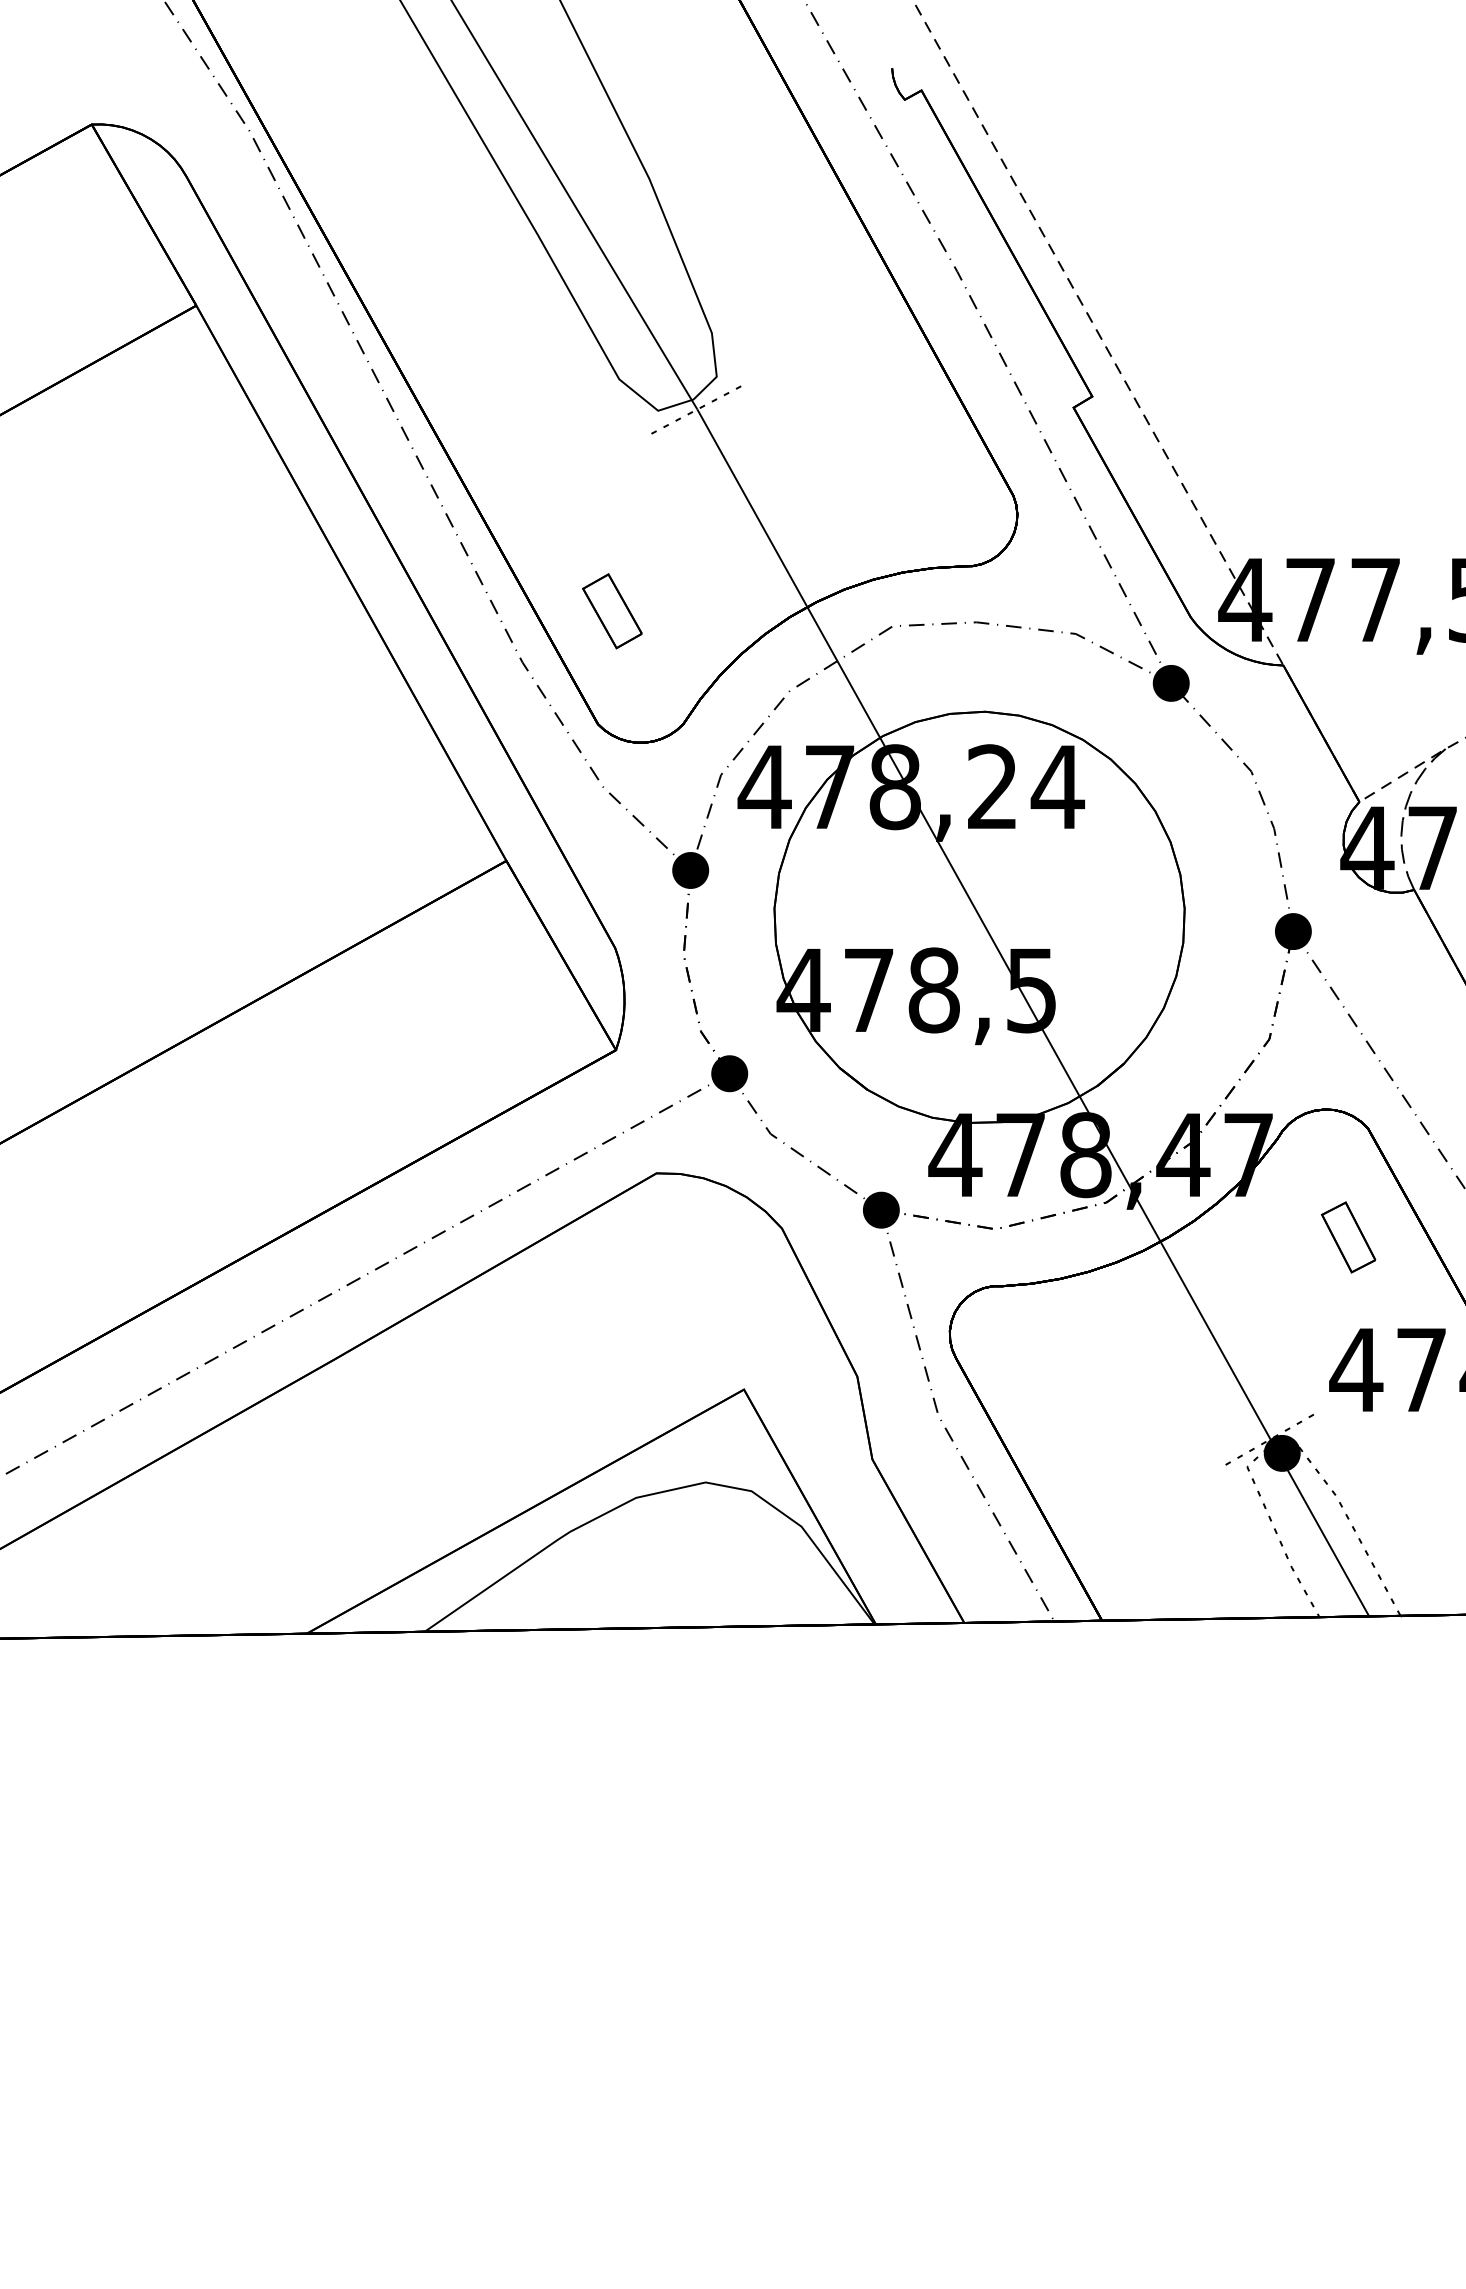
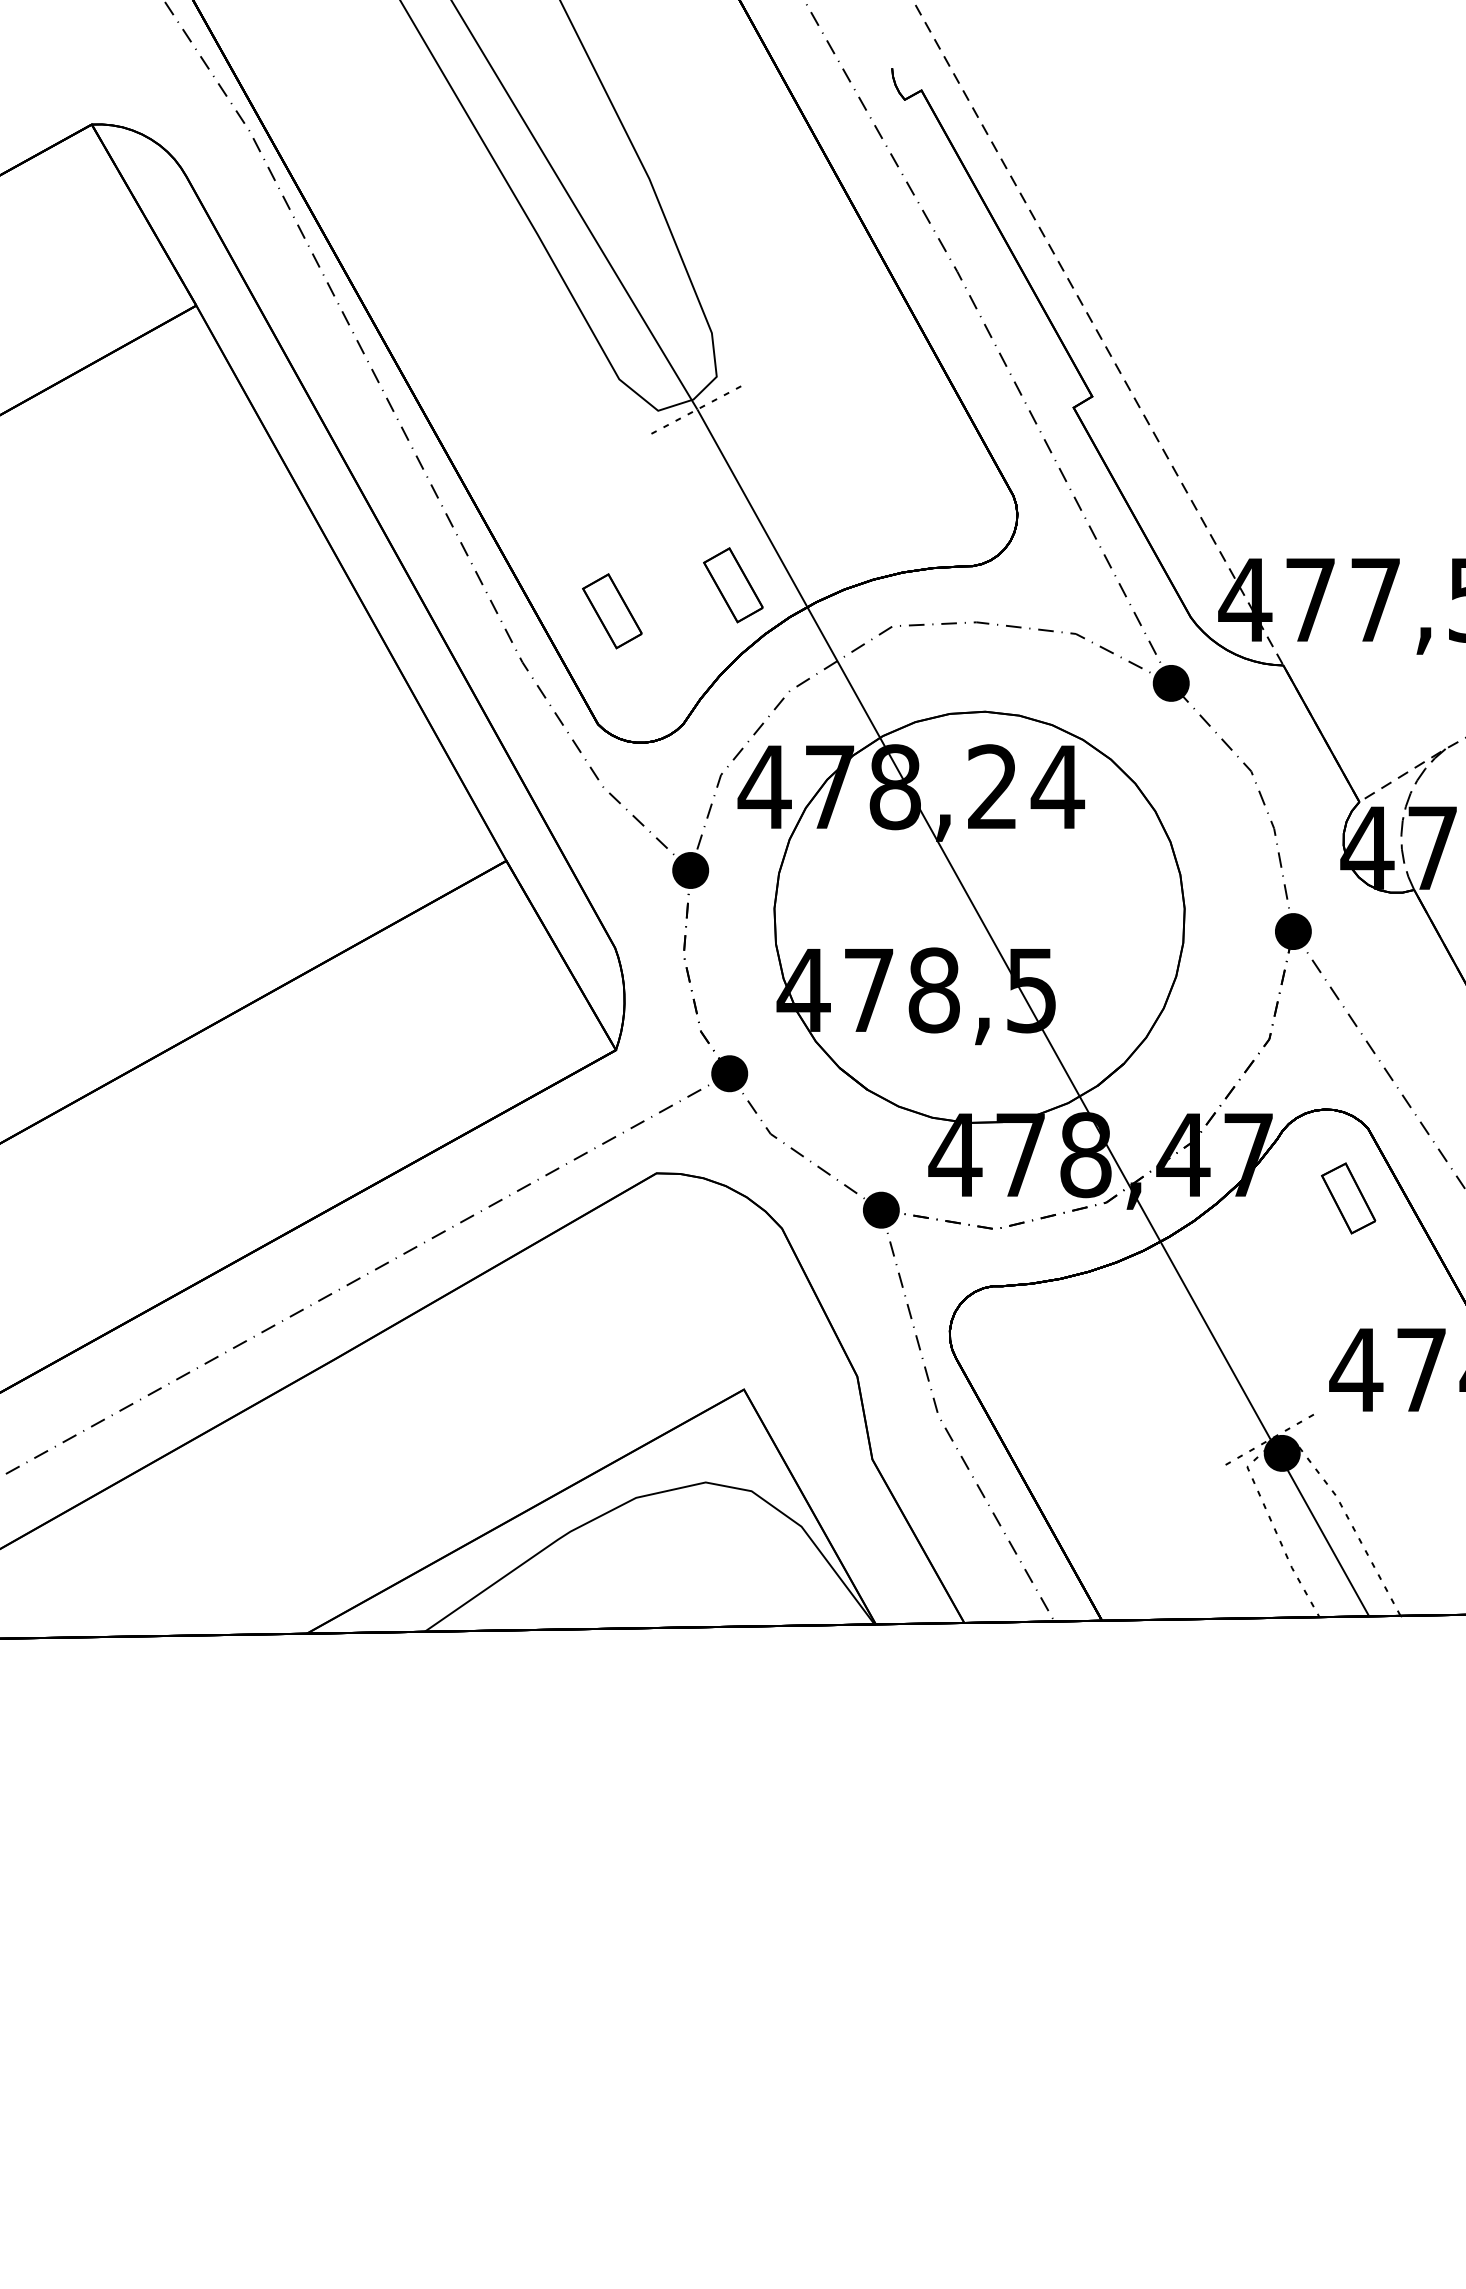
part at (733, 585): none -> present
part at (1348, 1237) position: (1348, 1237) -> (1348, 1198)
